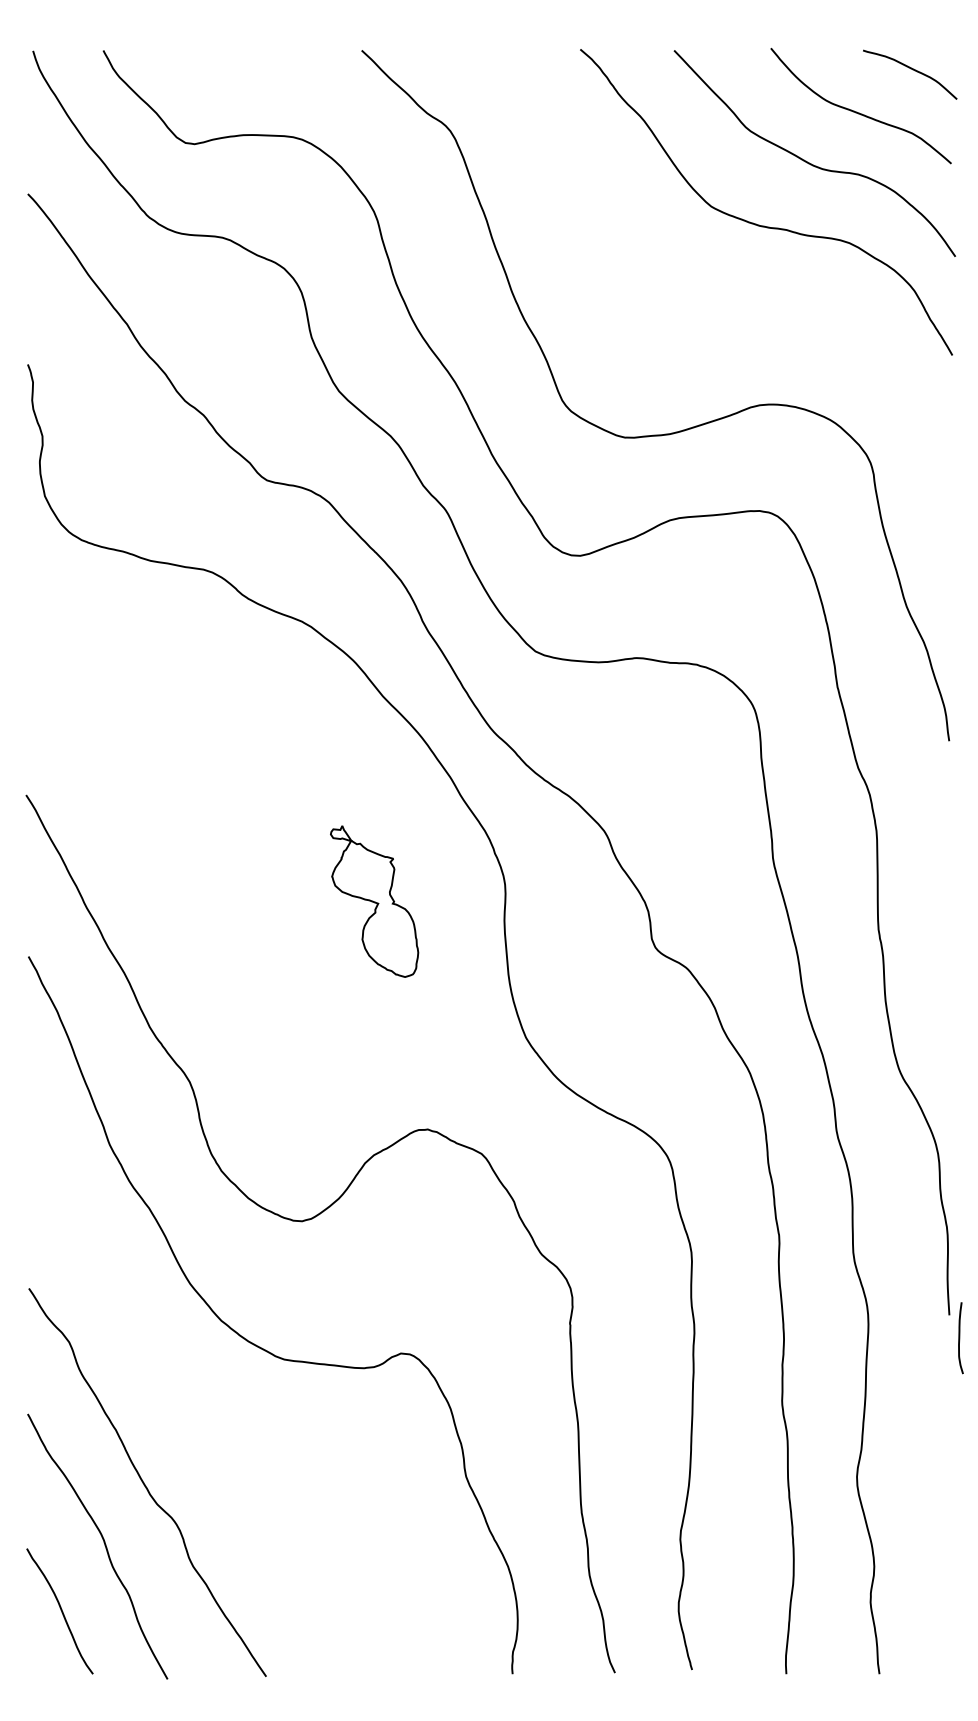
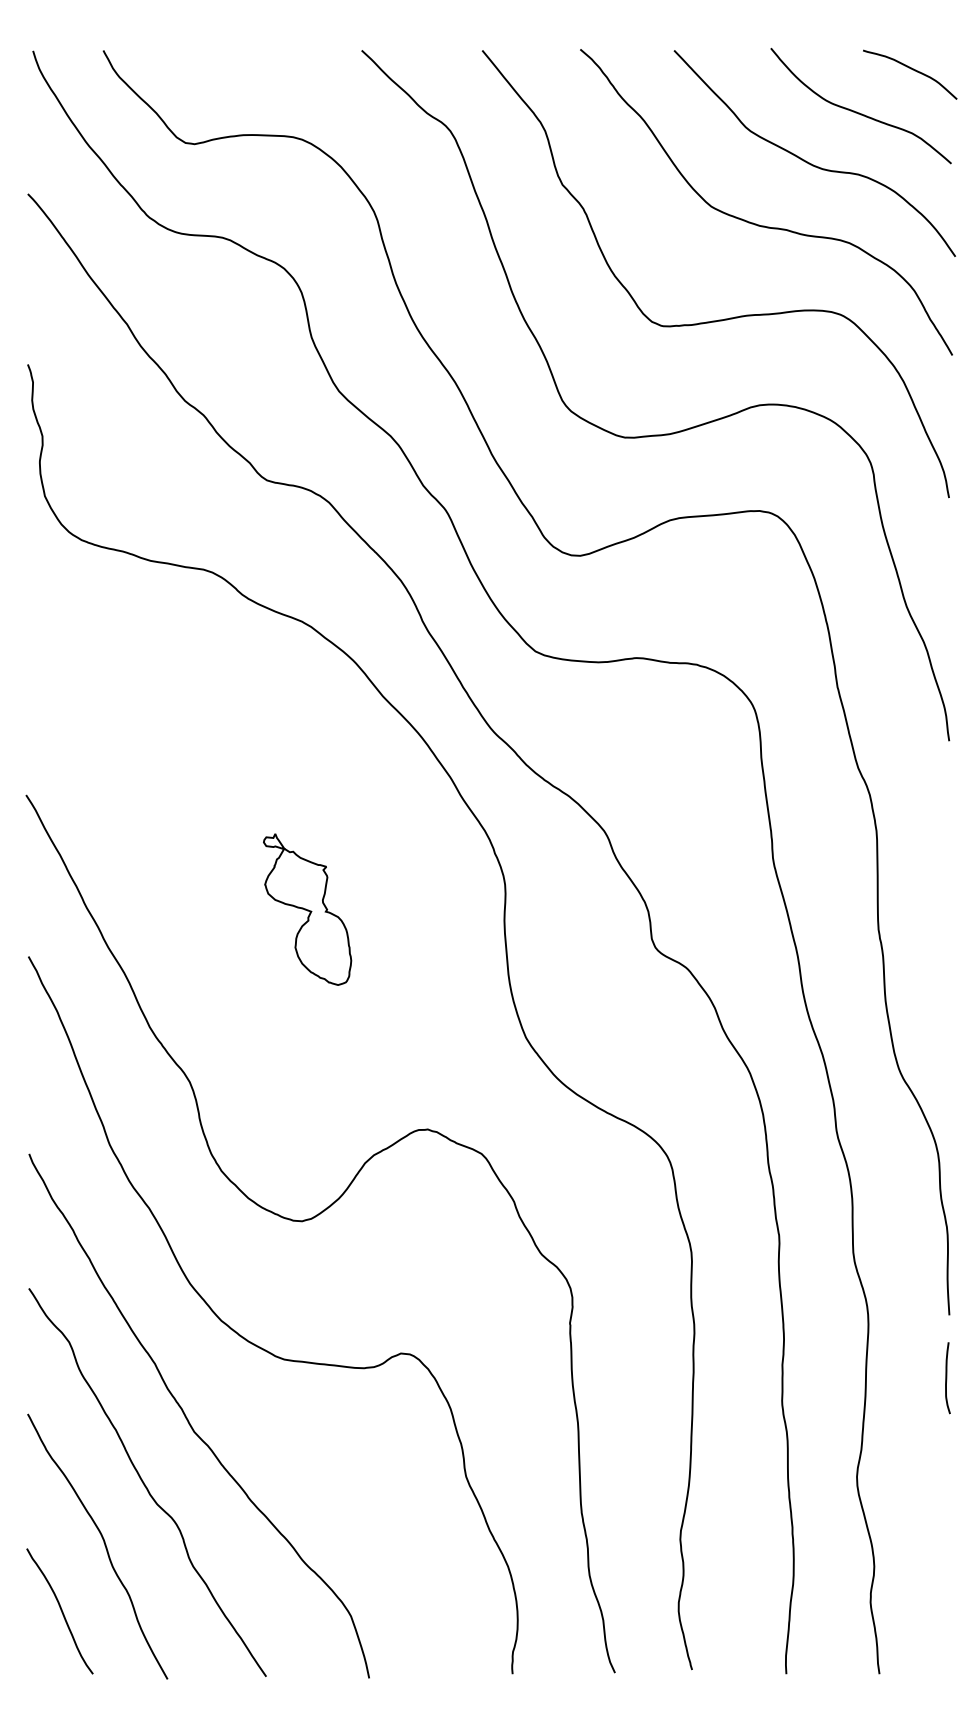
curve at (724, 318): none -> present
part at (374, 901) position: (374, 901) -> (307, 909)
curve at (960, 1338) position: (960, 1338) -> (947, 1378)
curve at (188, 1419): none -> present
